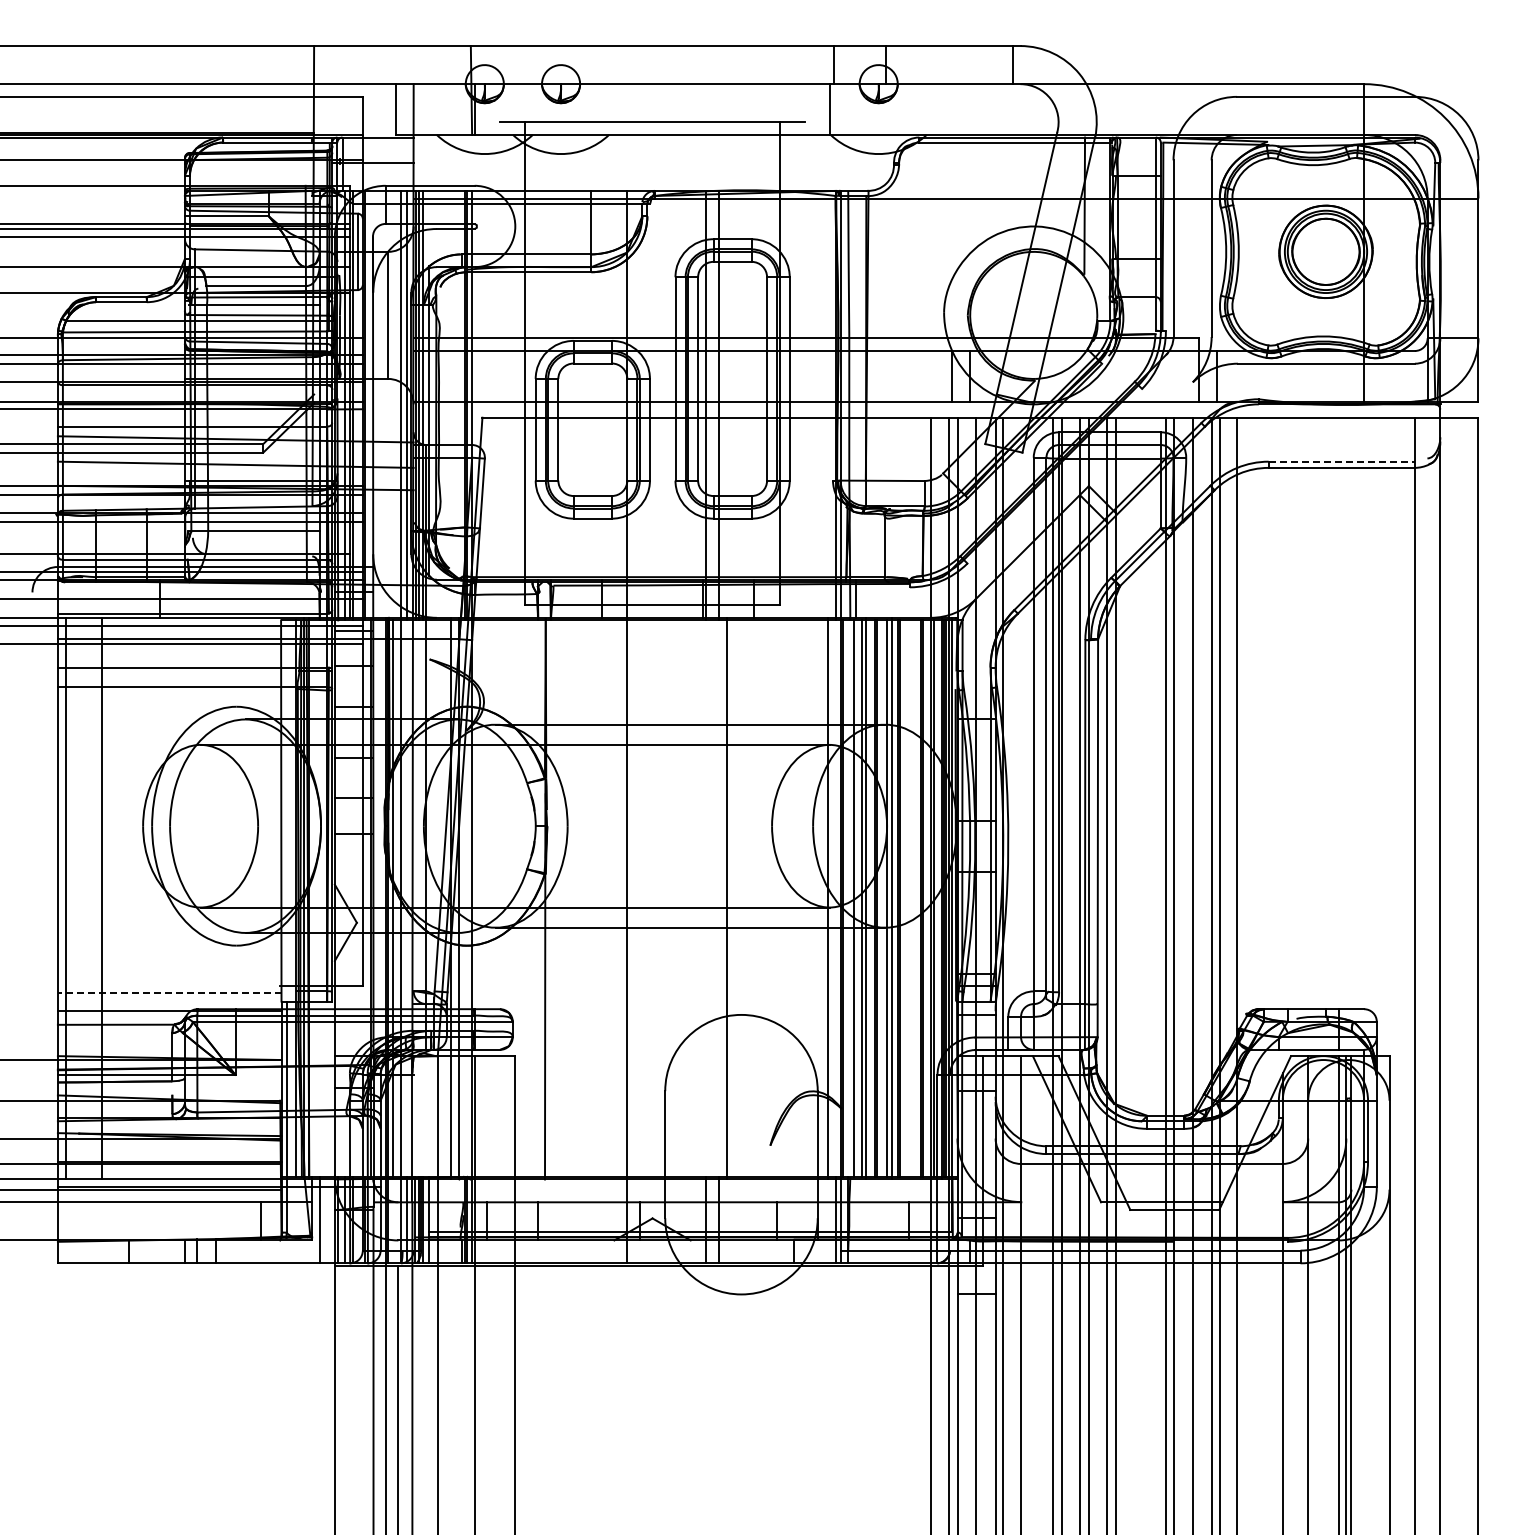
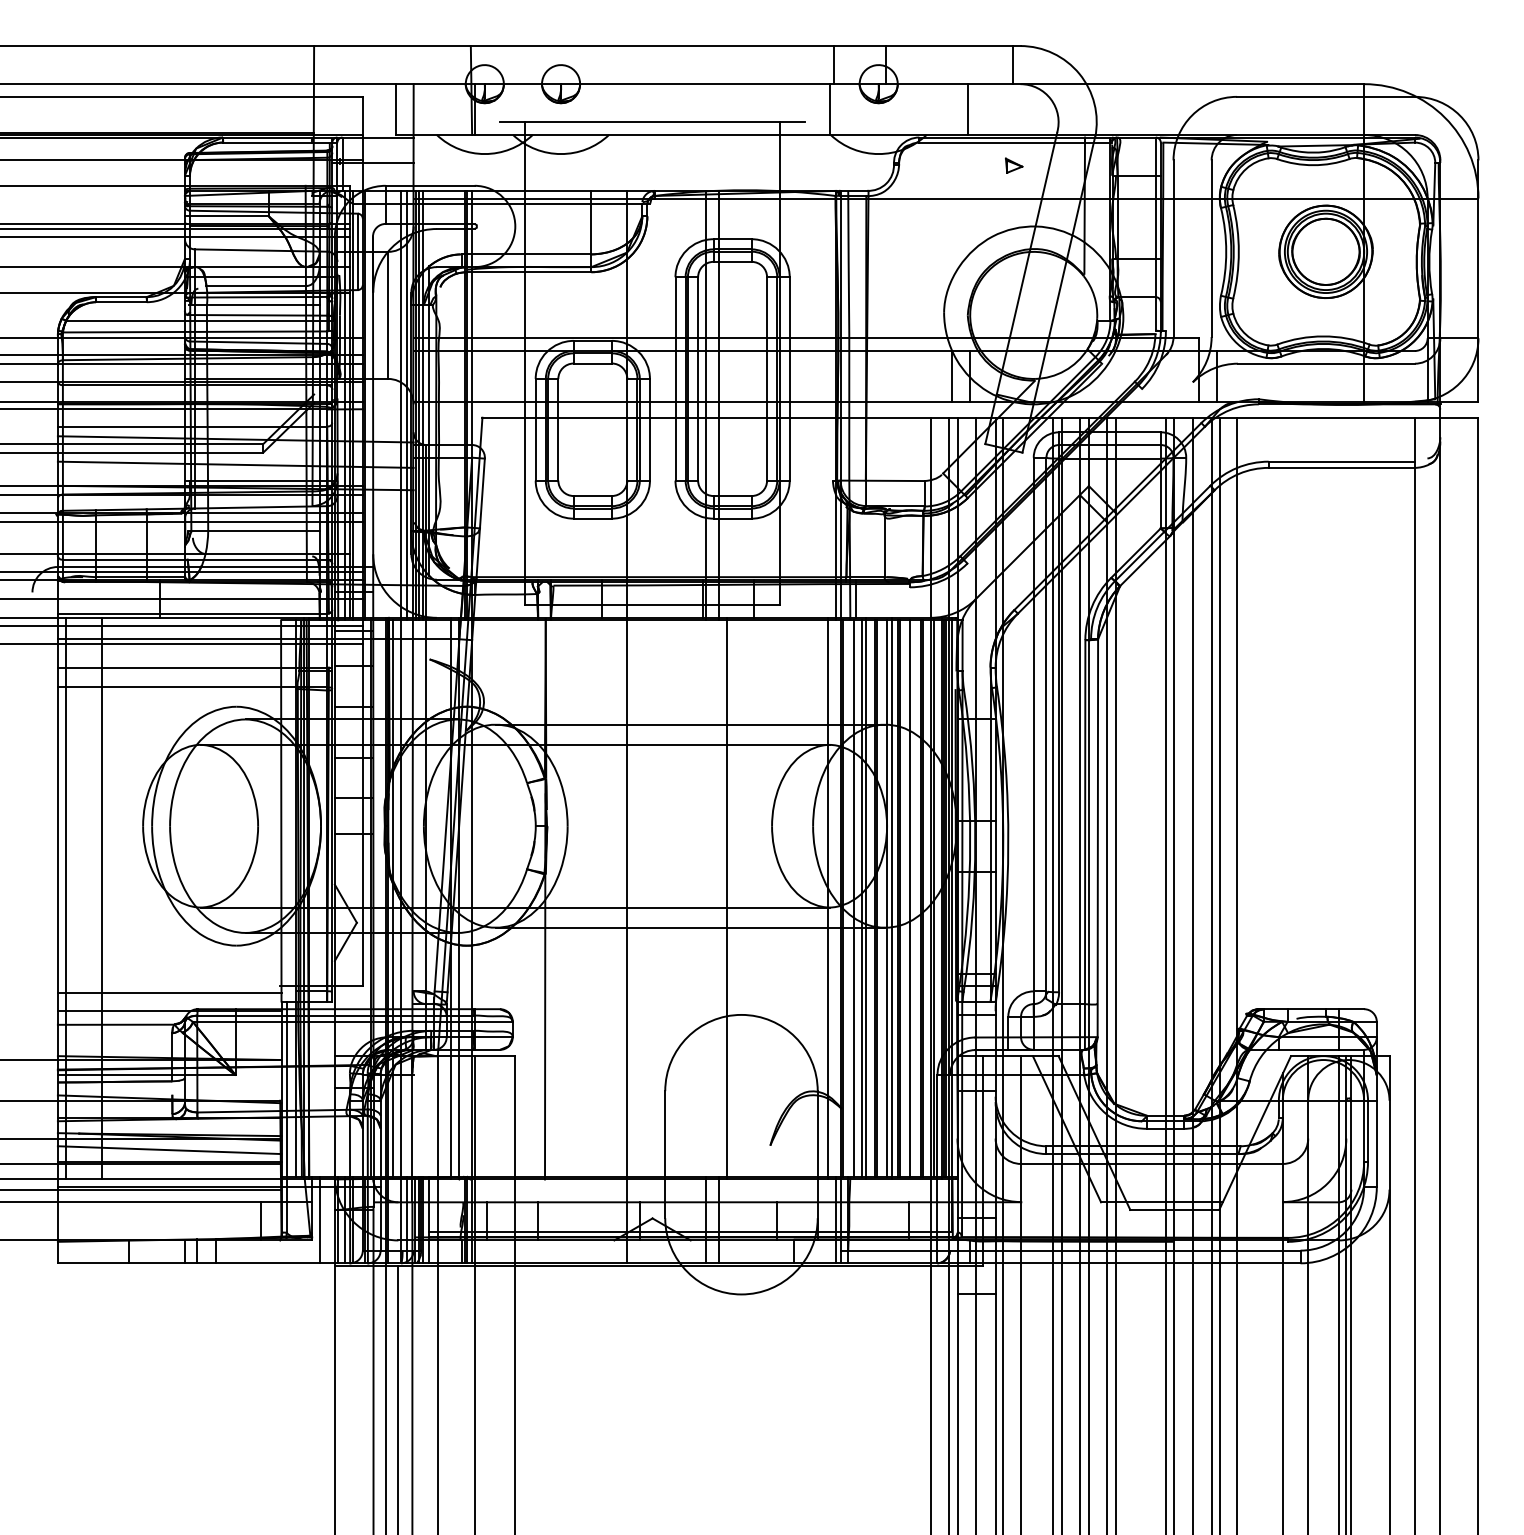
line at (967, 109): none -> present
part at (1014, 165): none -> present
line at (1342, 461): dashed -> solid
line at (909, 898): none -> present
line at (169, 992): dashed -> solid
line at (169, 1150): none -> present
